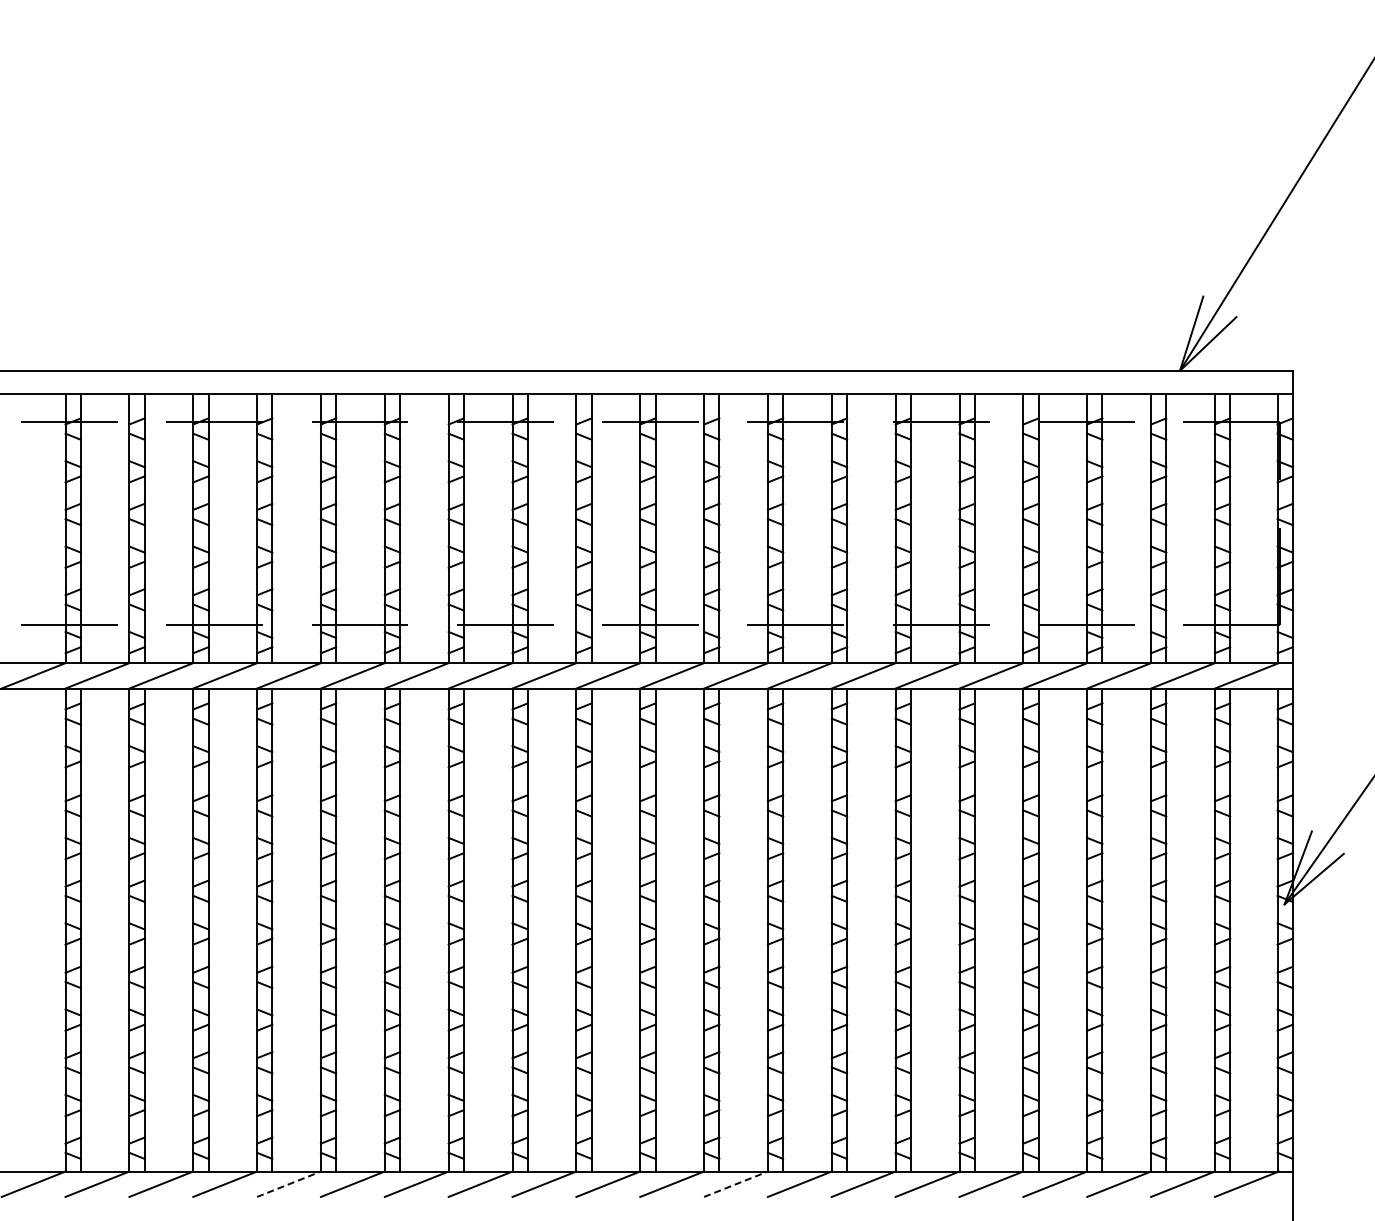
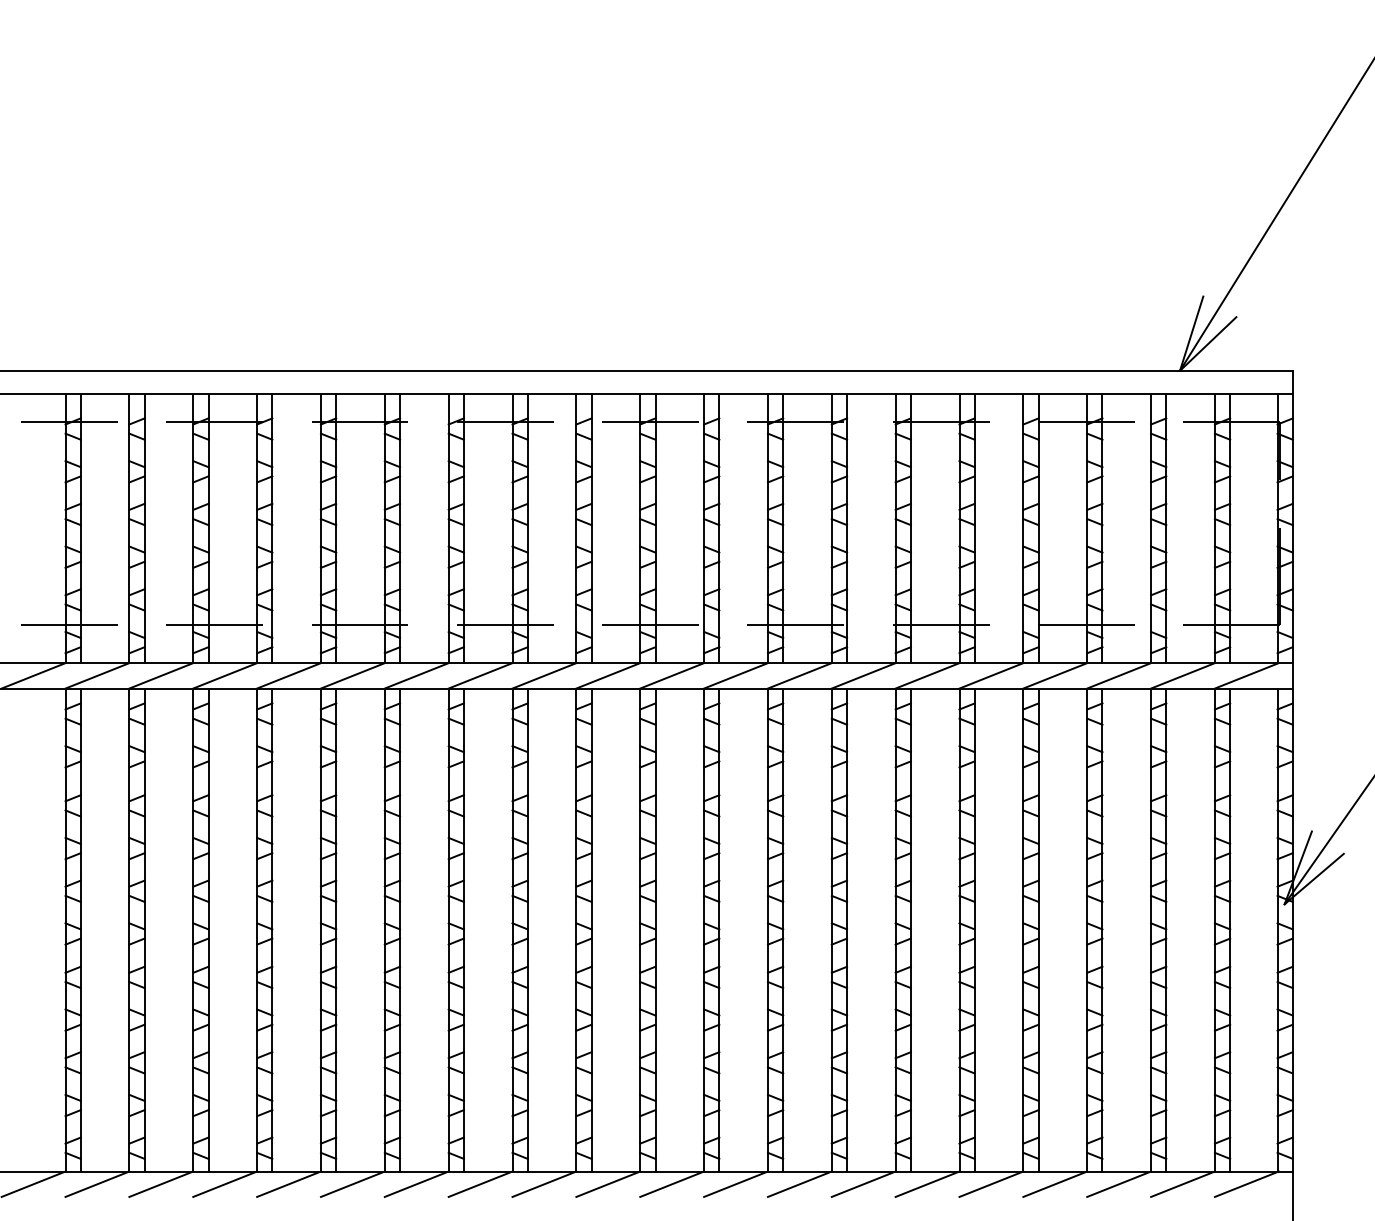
line at (289, 1184): dashed -> solid
line at (736, 1184): dashed -> solid
